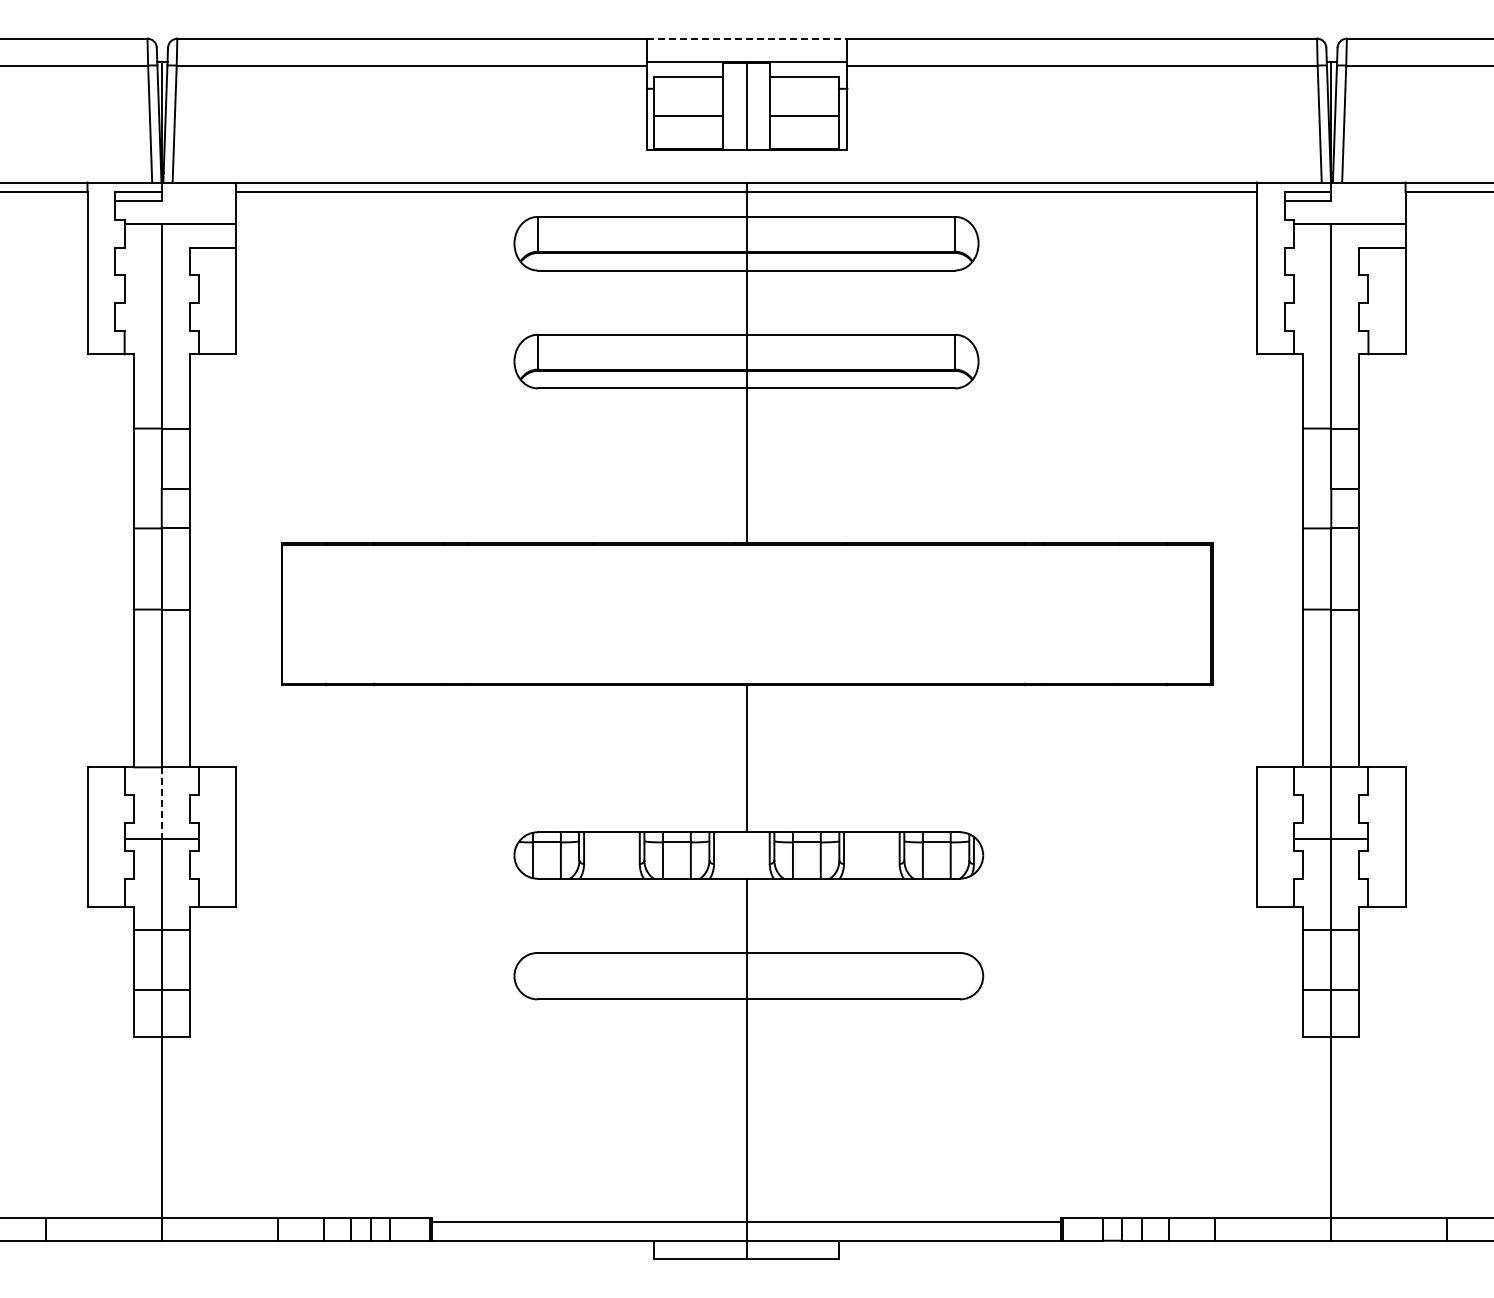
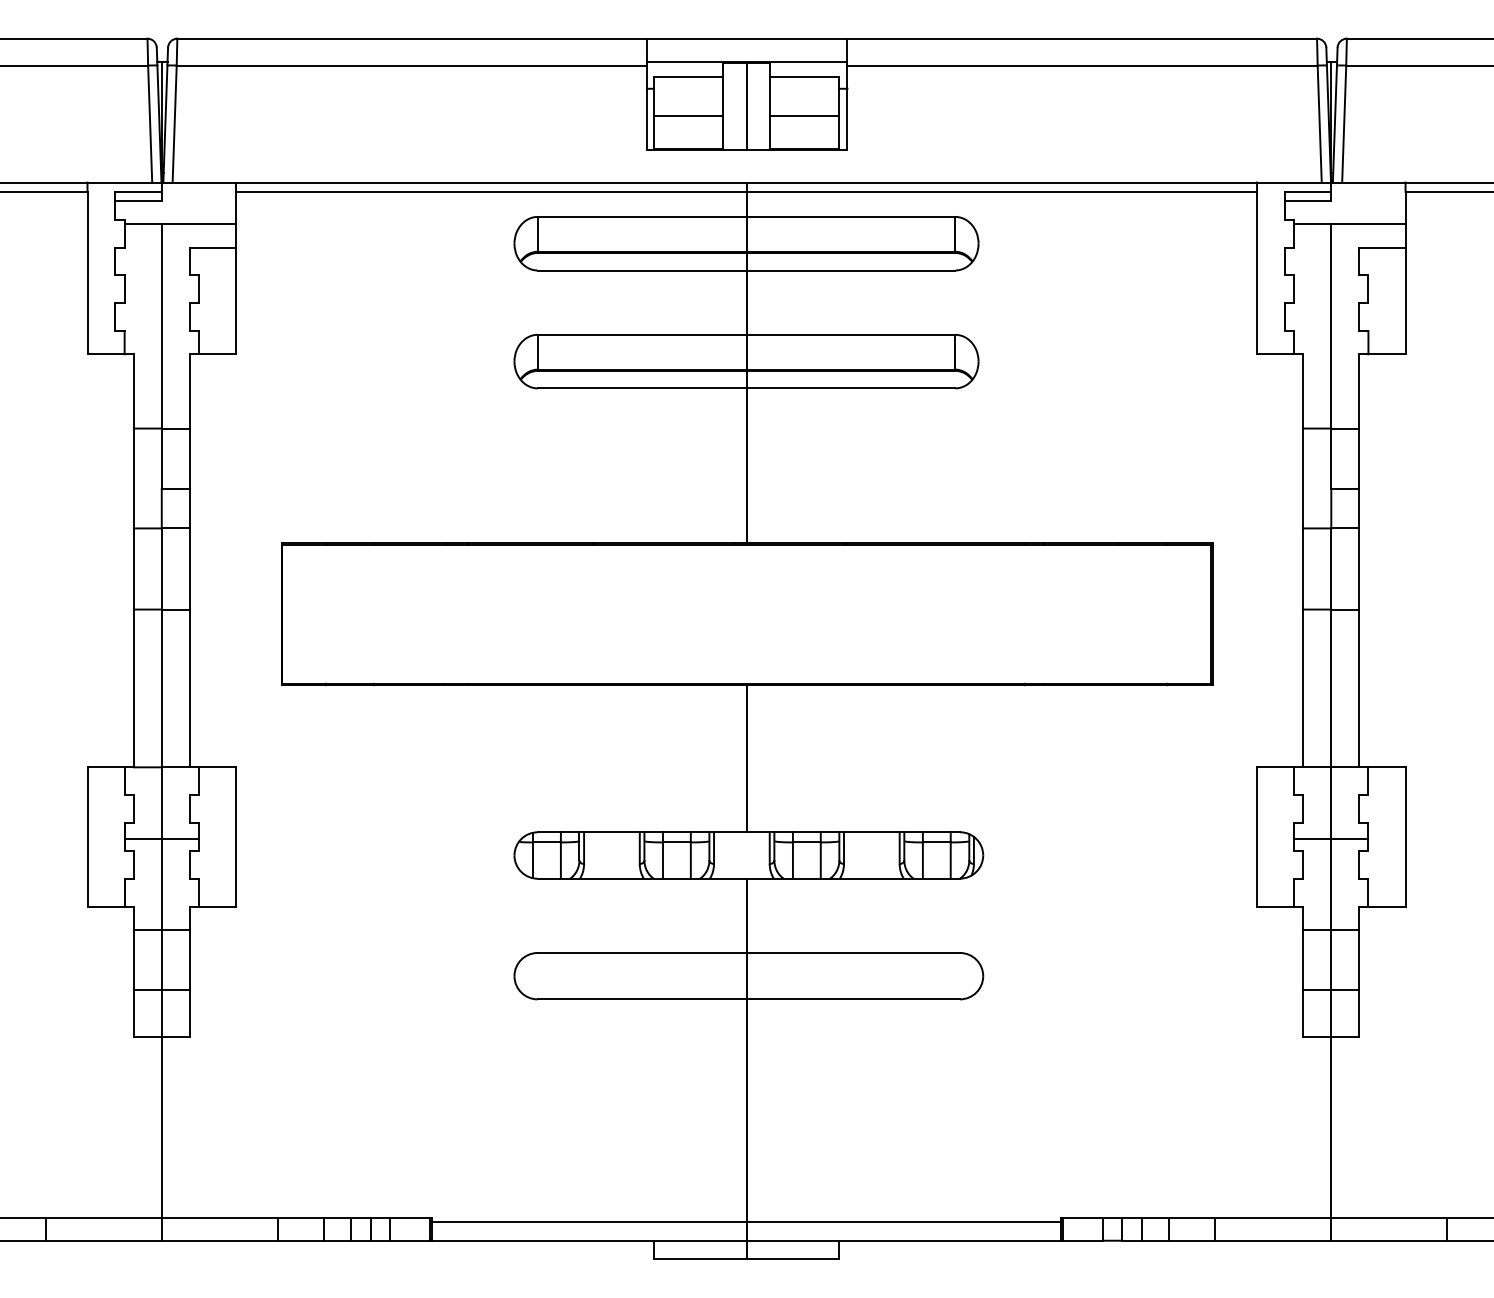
line at (747, 38): dashed -> solid
line at (161, 803): dashed -> solid
